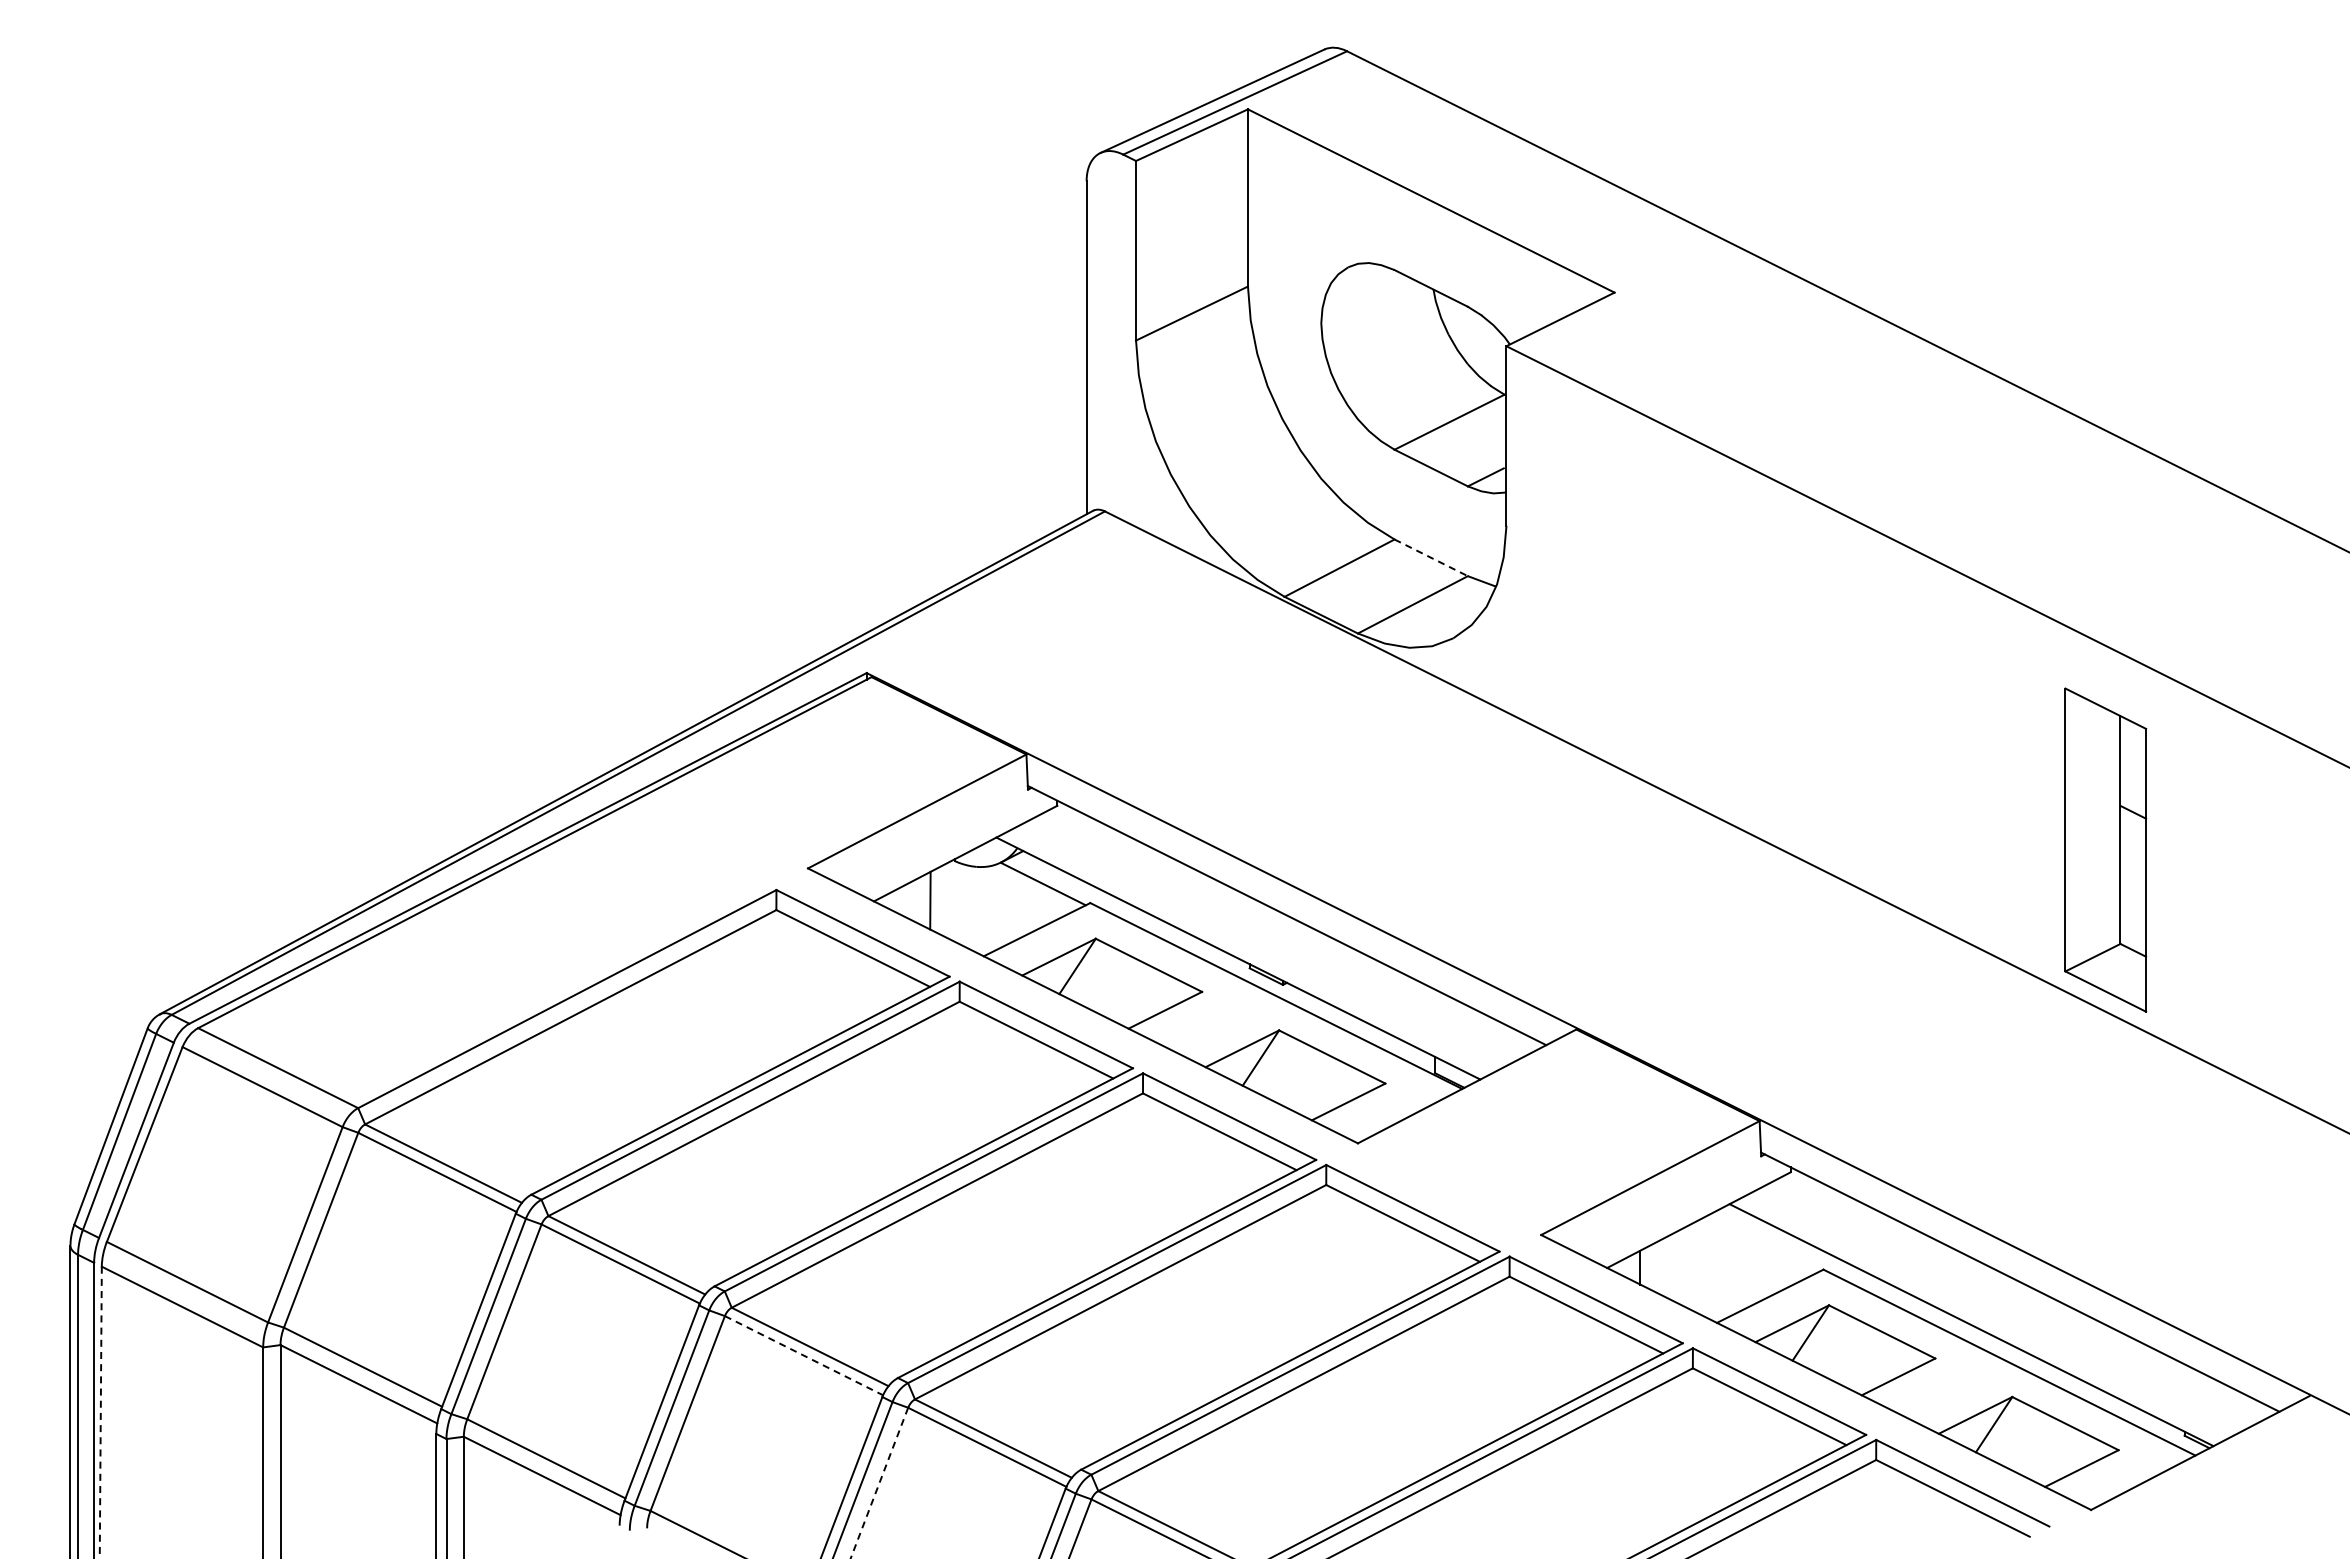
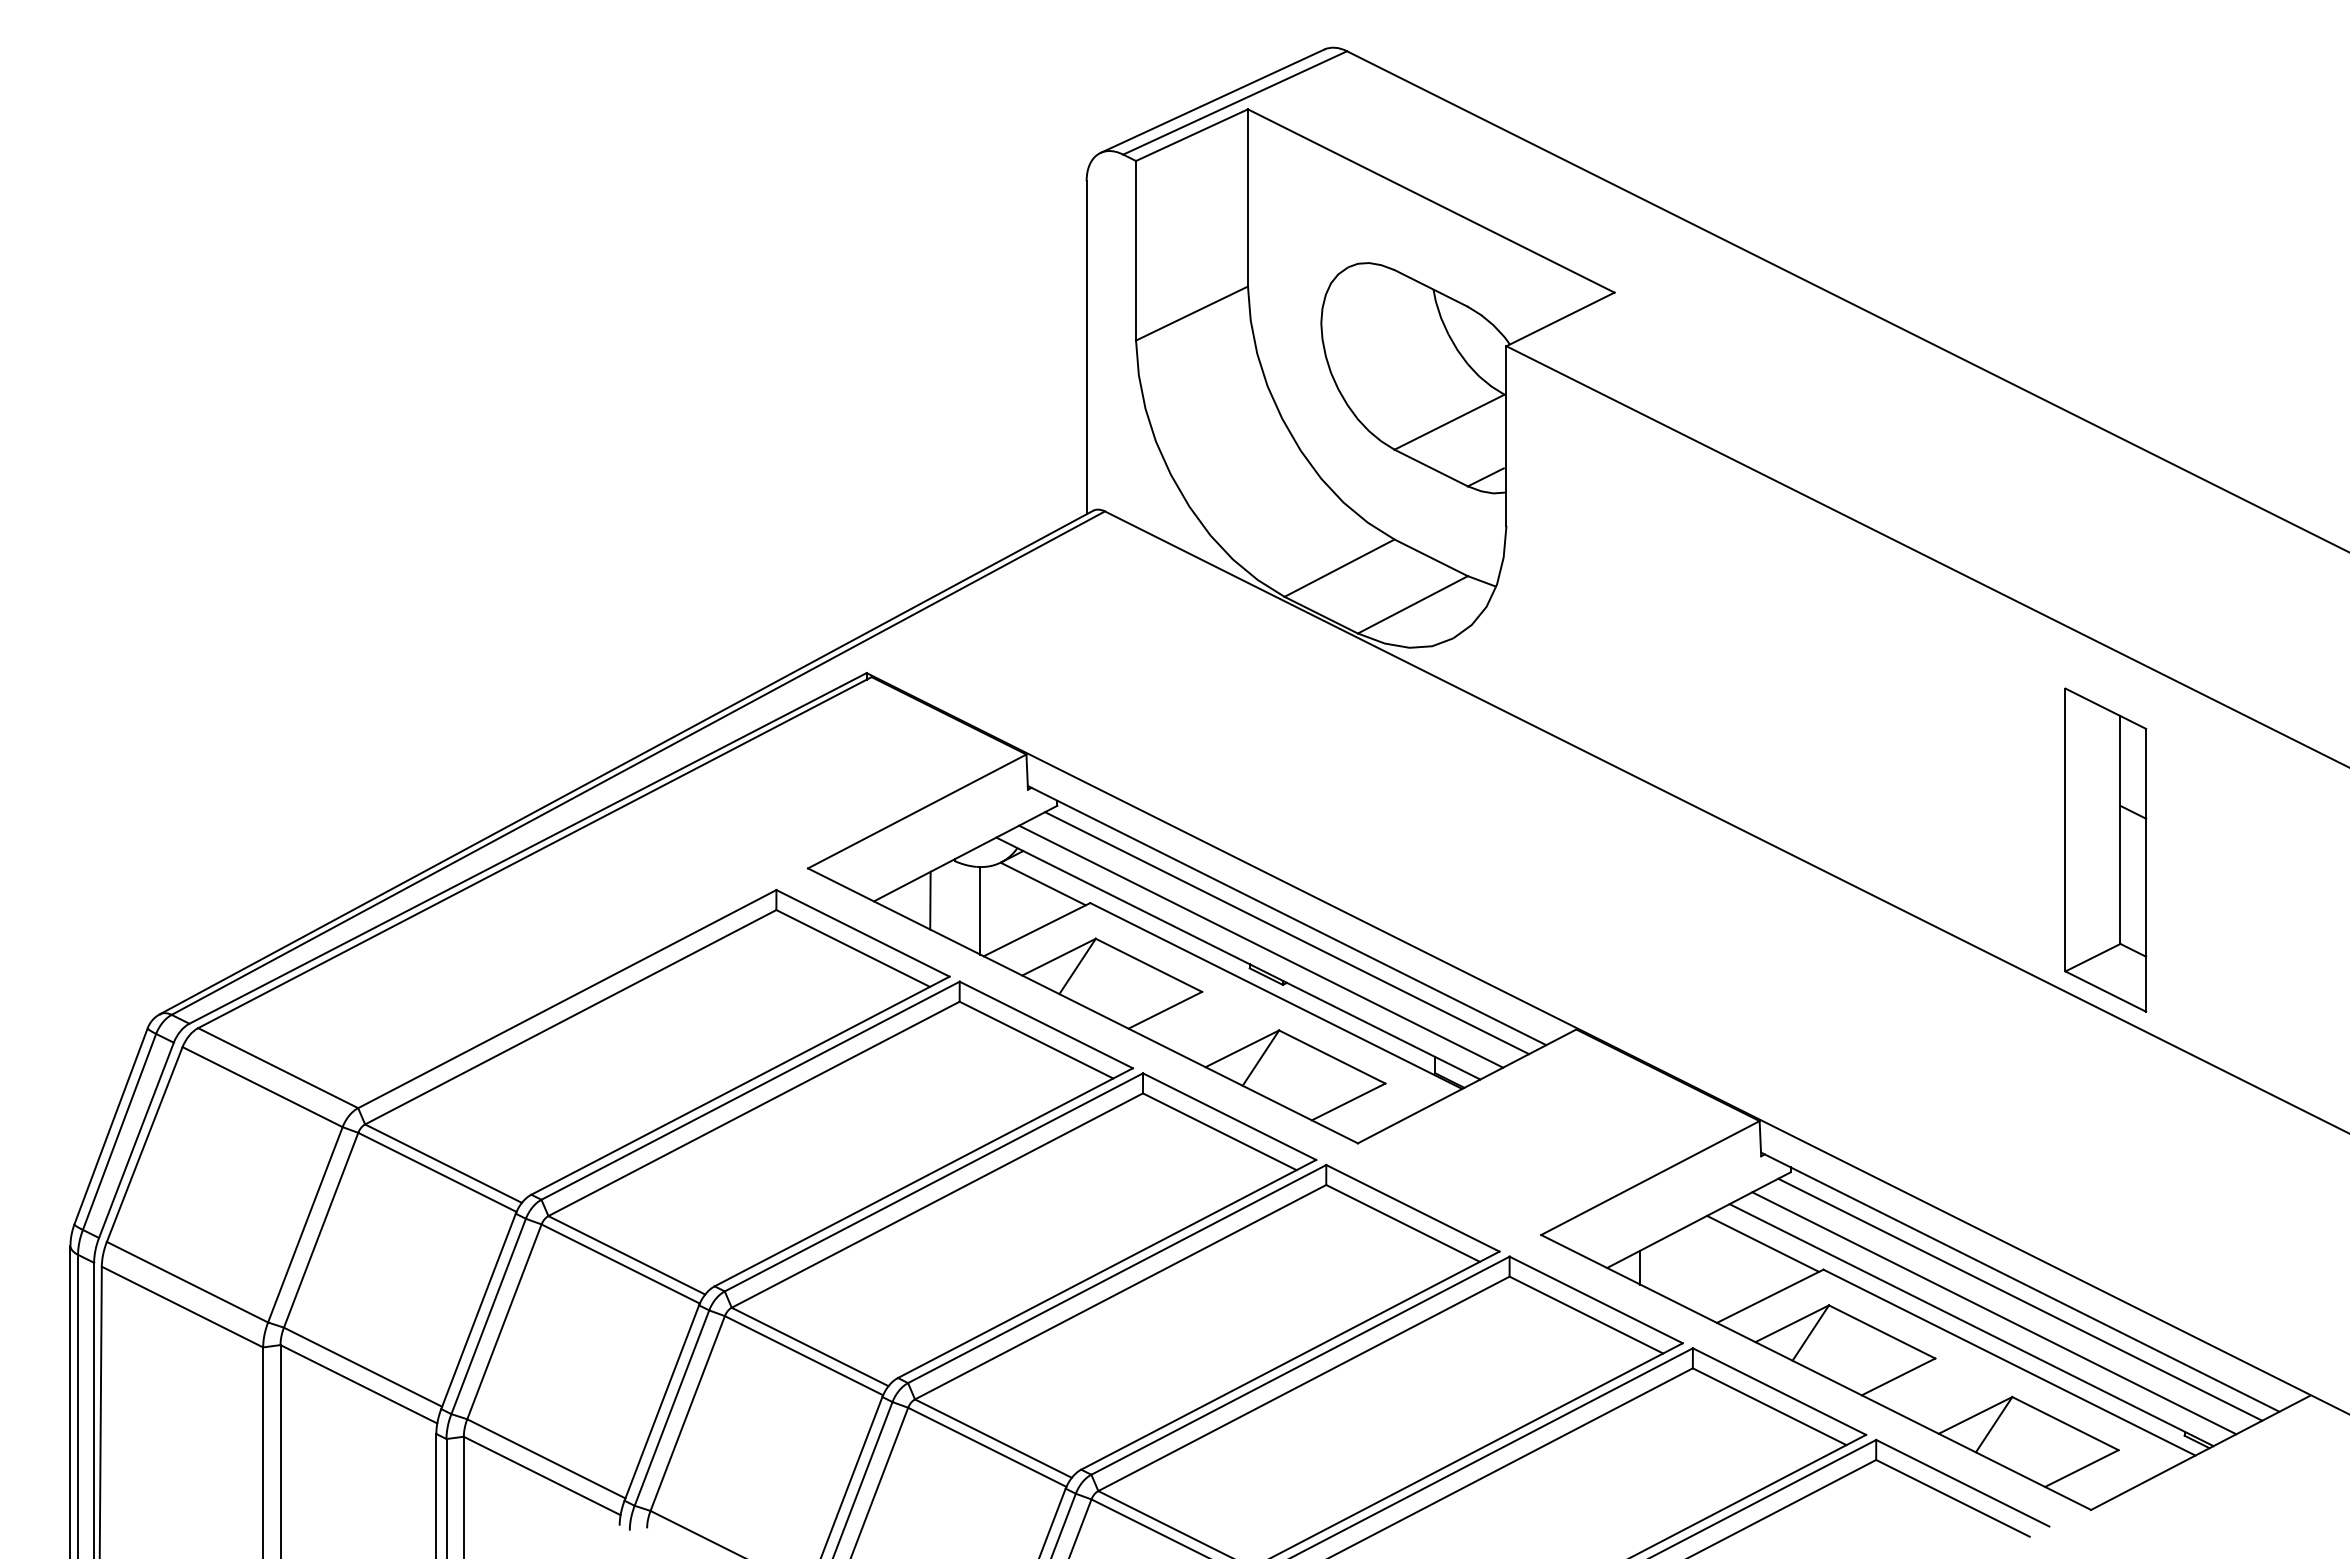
line at (1431, 557): dashed -> solid
line at (980, 910): none -> present
line at (1287, 933): none -> present
line at (1261, 946): none -> present
line at (1763, 1243): none -> present
line at (2020, 1299): none -> present
line at (1994, 1313): none -> present
line at (804, 1355): dashed -> solid
line at (100, 1412): dashed -> solid
line at (879, 1483): dashed -> solid
